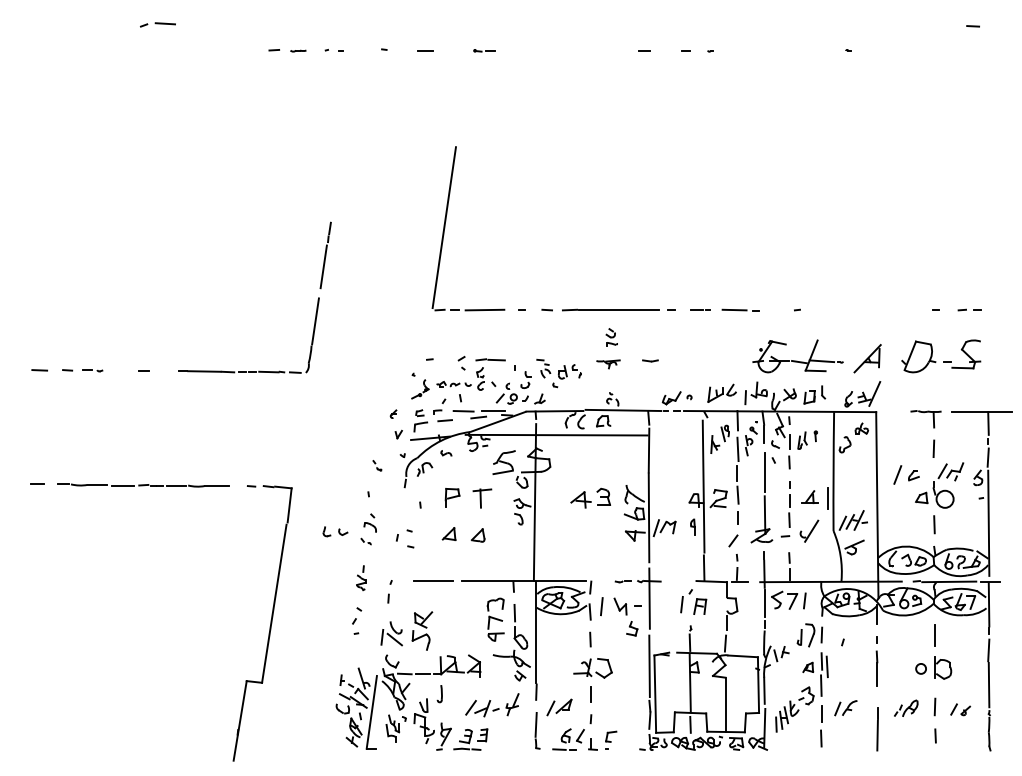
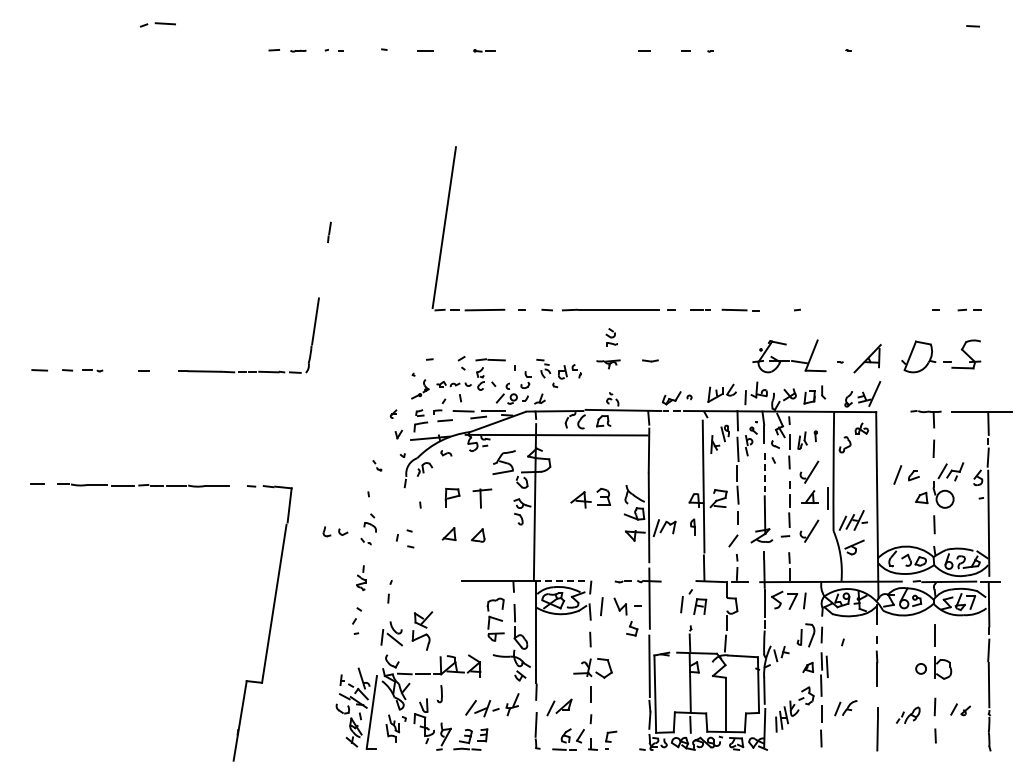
line at (323, 266): present -> none
line at (821, 361): present -> none
part at (809, 471): none -> present
line at (764, 472): solid -> dashed
line at (433, 581): present -> none
line at (560, 581): solid -> dashed
part at (906, 707) position: (906, 707) -> (908, 714)
